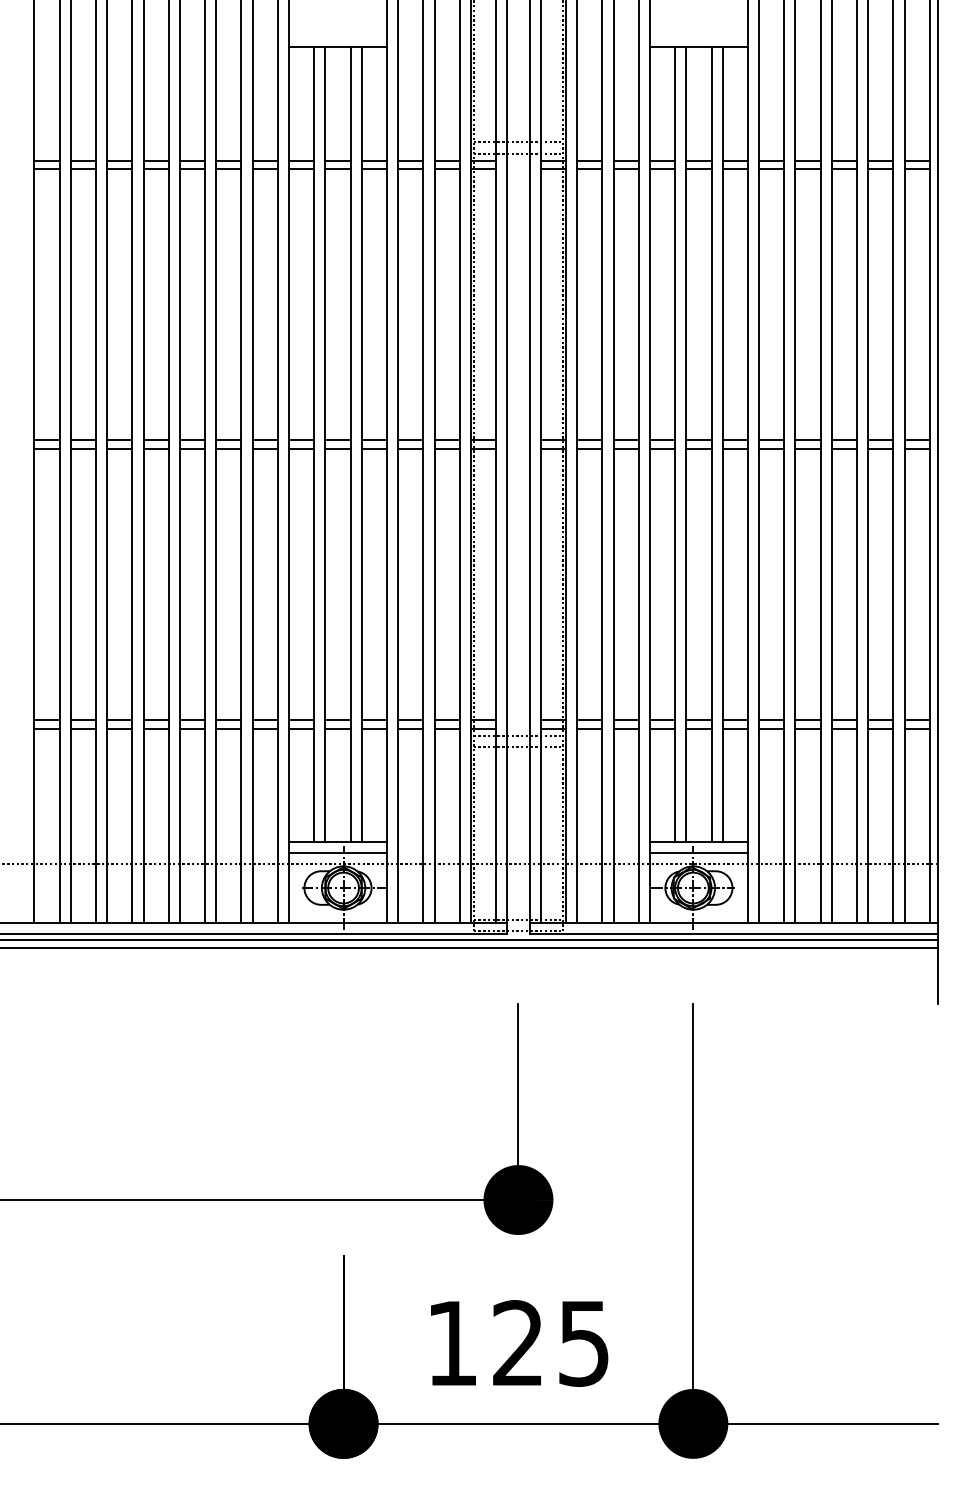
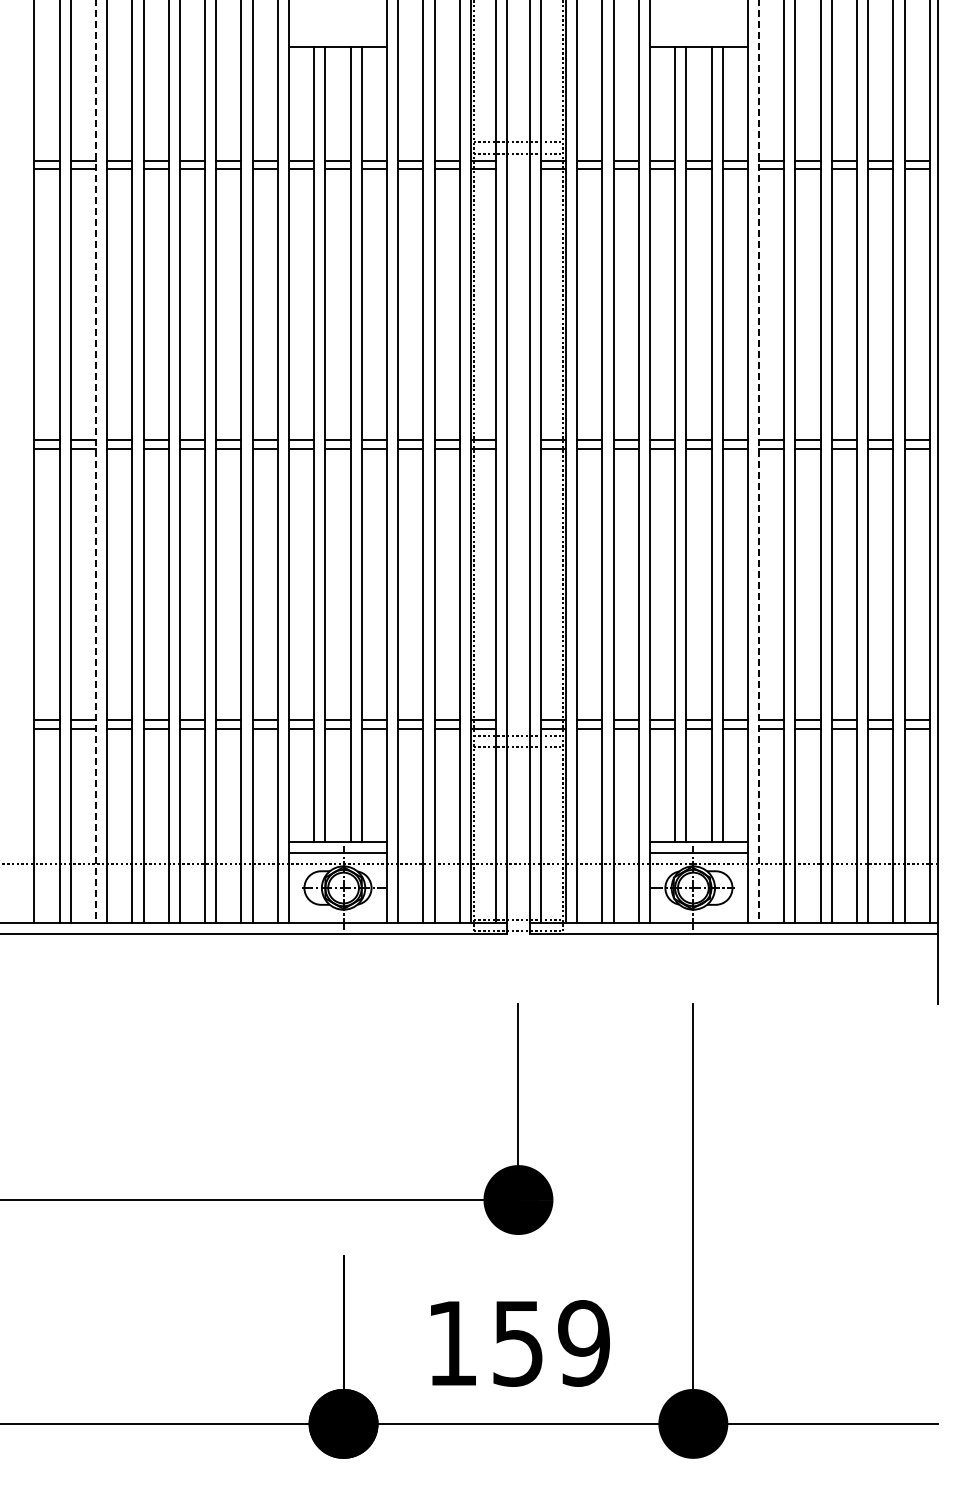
line at (95, 462): solid -> dashed
line at (759, 462): solid -> dashed
line at (470, 939): present -> none
line at (470, 948): present -> none
text at (551, 1343): 125 -> 159
